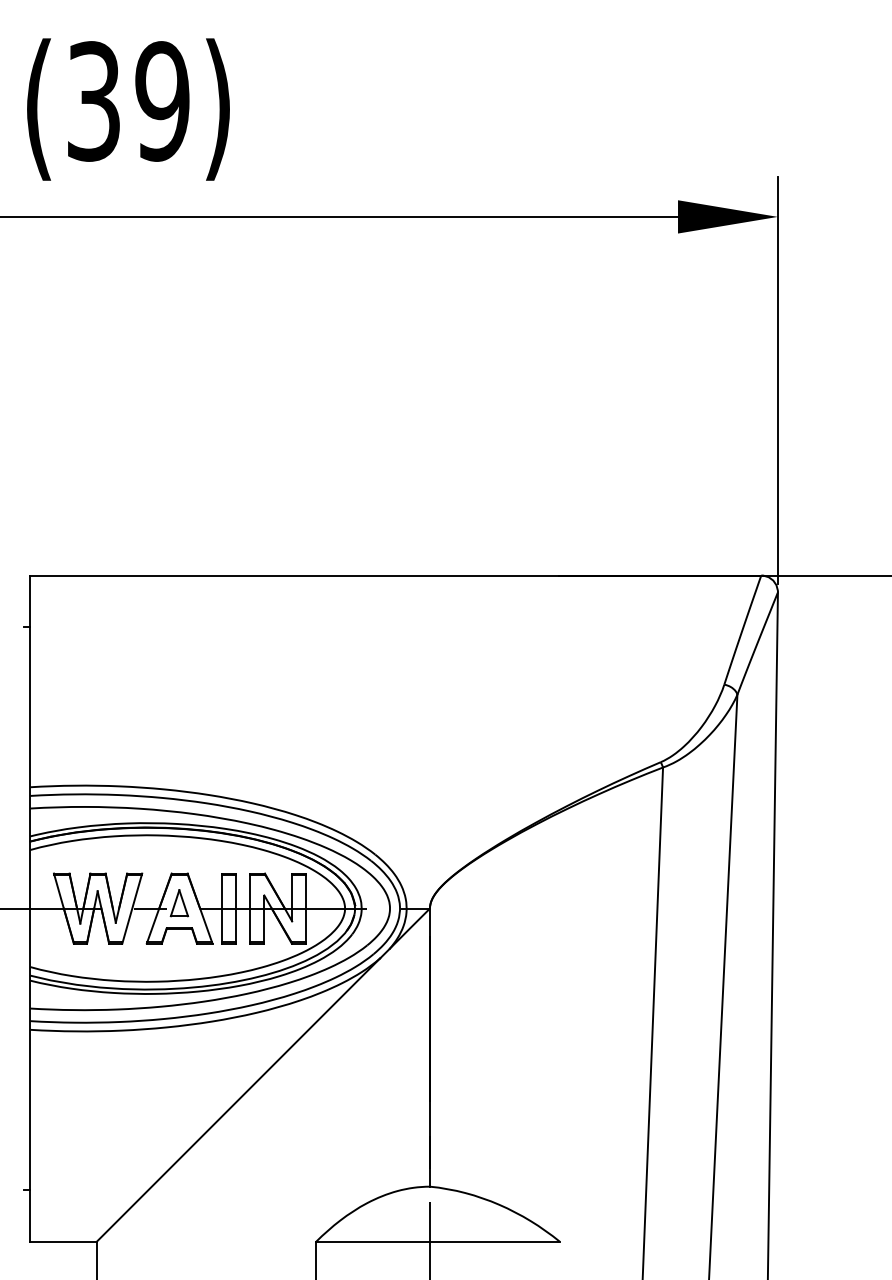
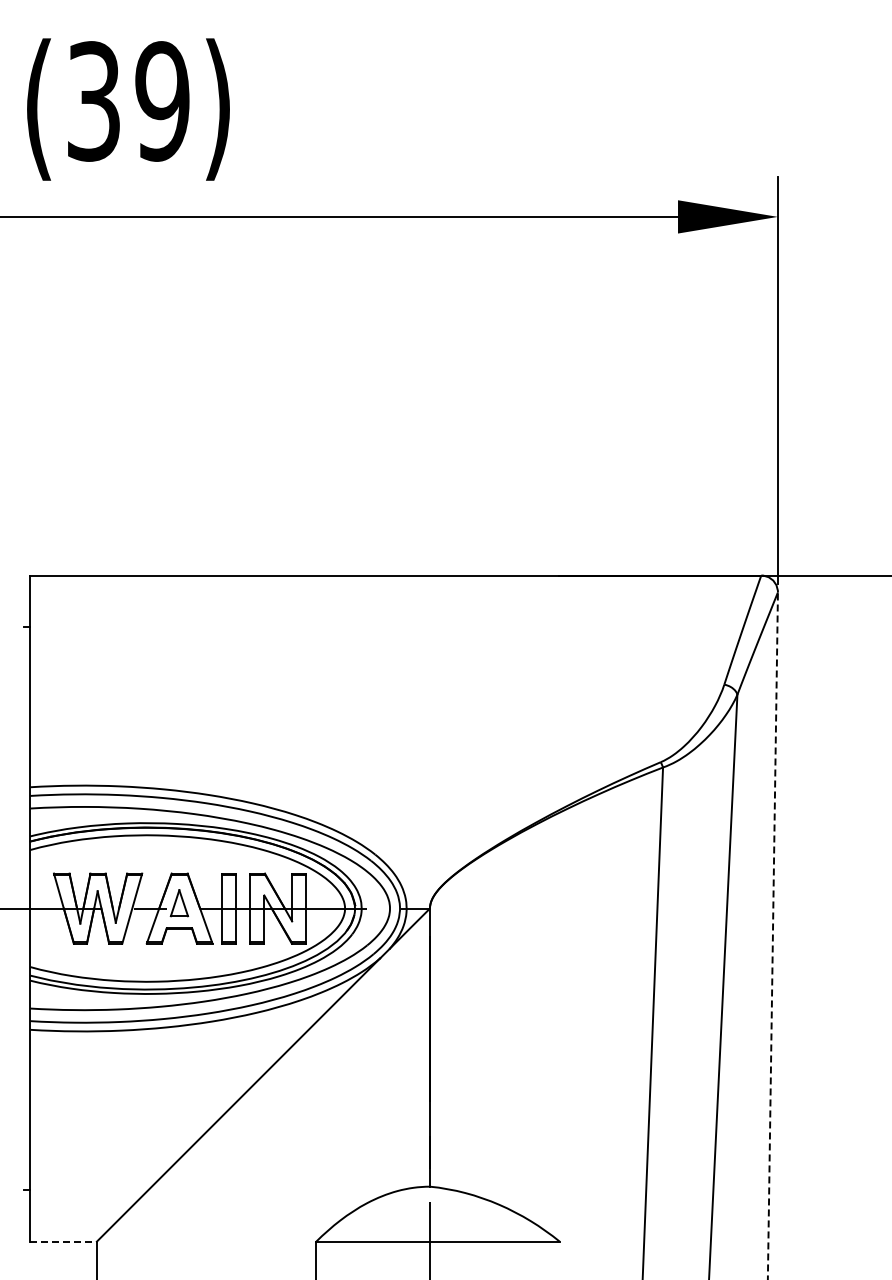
line at (772, 936): solid -> dashed
line at (64, 1241): solid -> dashed
